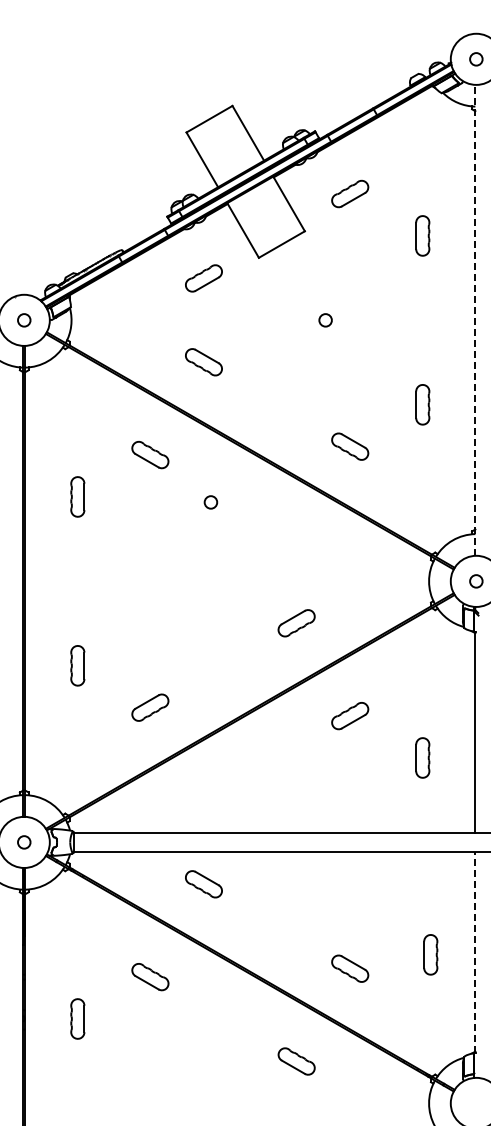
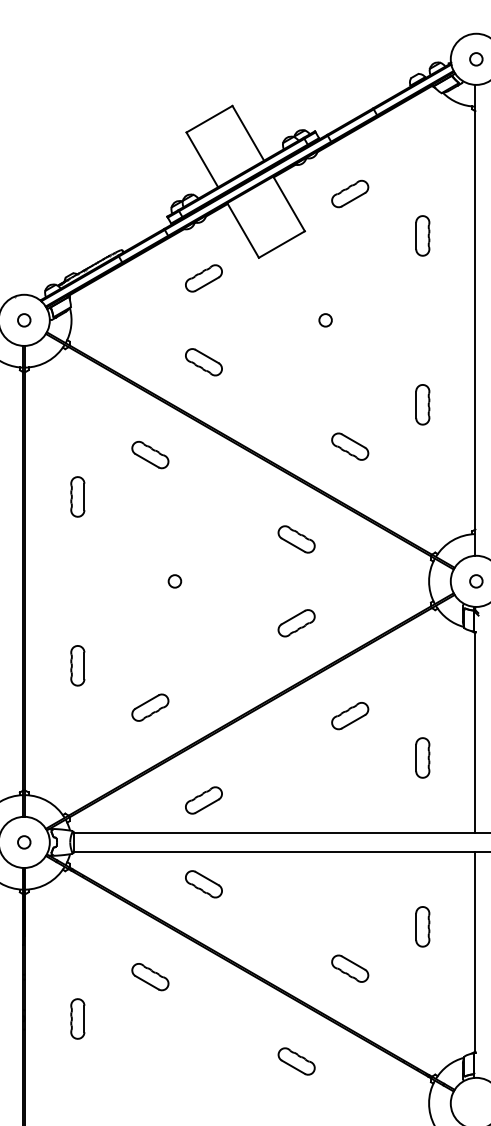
line at (475, 319): dashed -> solid
circle at (210, 502) position: (210, 502) -> (174, 581)
part at (296, 539): none -> present
part at (203, 800): none -> present
line at (475, 952): dashed -> solid
part at (430, 954) position: (430, 954) -> (422, 926)
